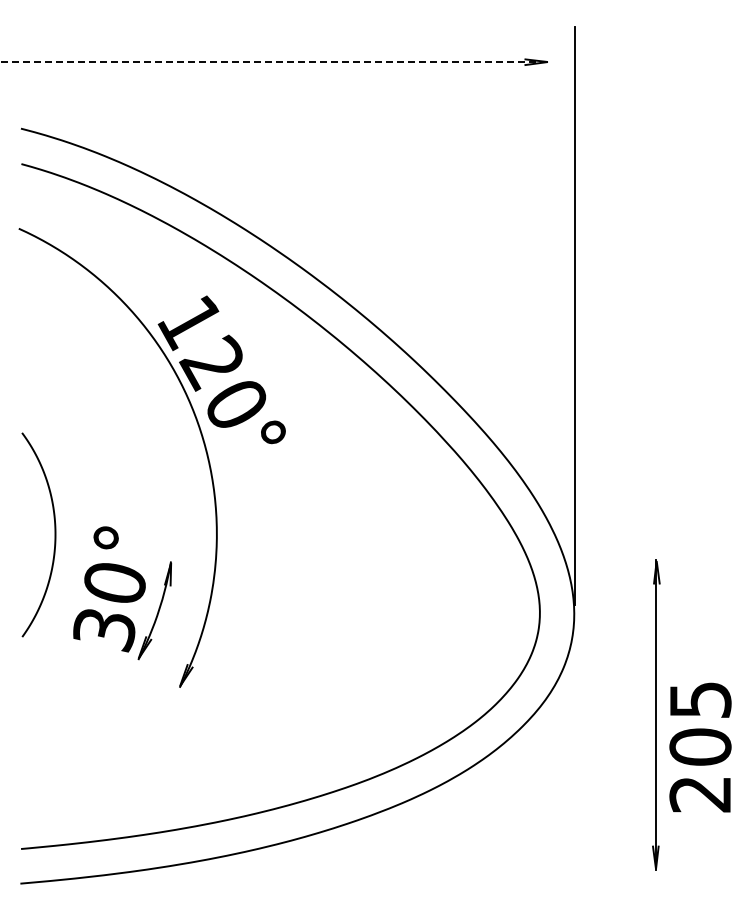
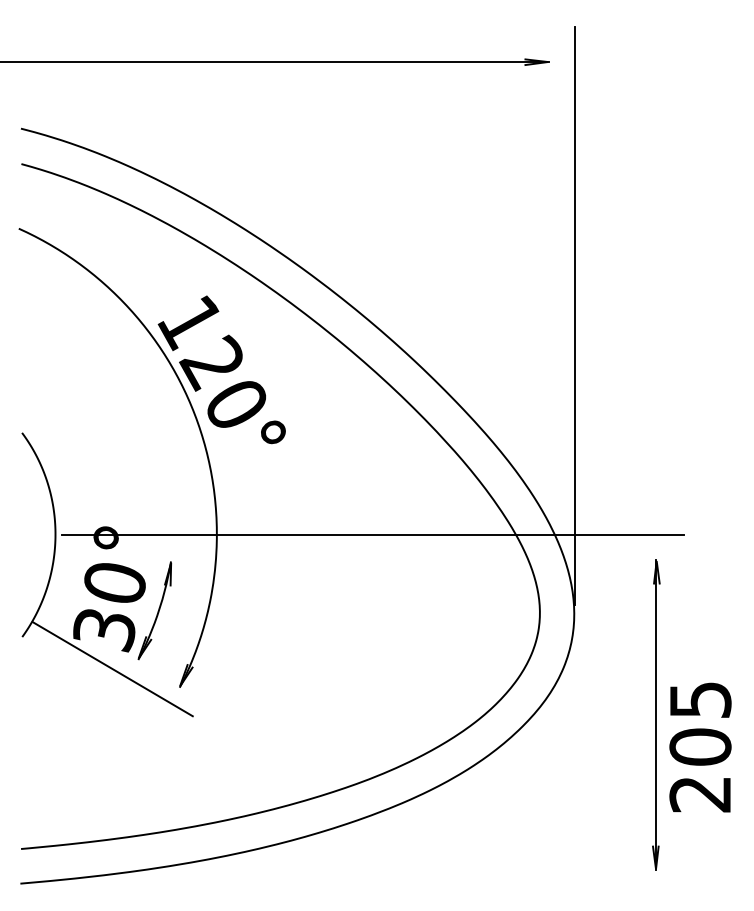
line at (275, 61): dashed -> solid
line at (372, 535): none -> present
line at (112, 669): none -> present
